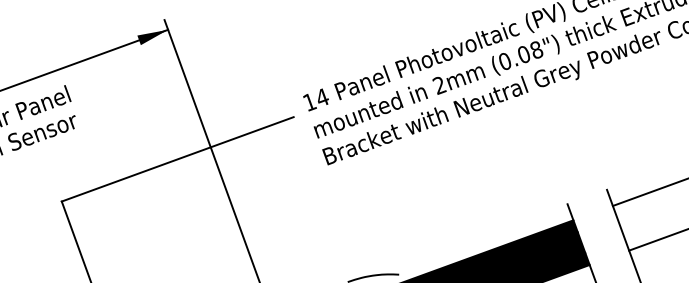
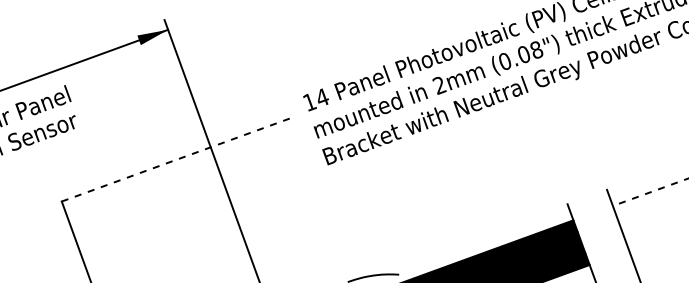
line at (178, 159): solid -> dashed
line at (650, 192): solid -> dashed
line at (657, 240): present -> none
